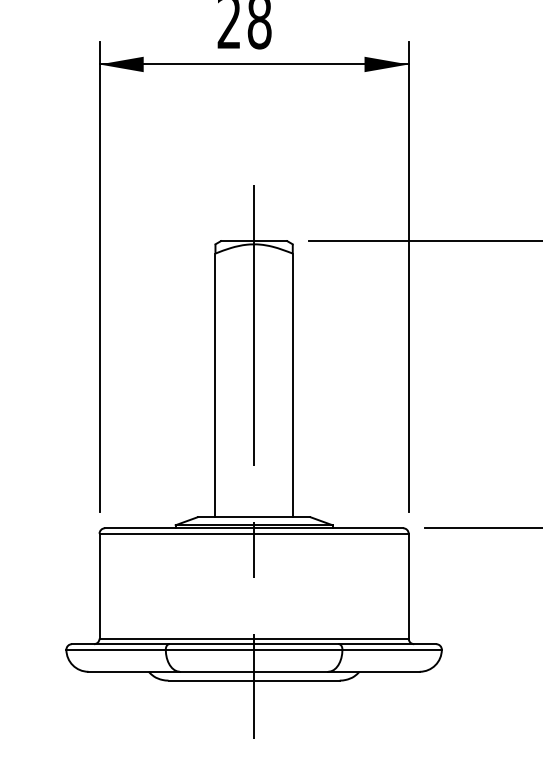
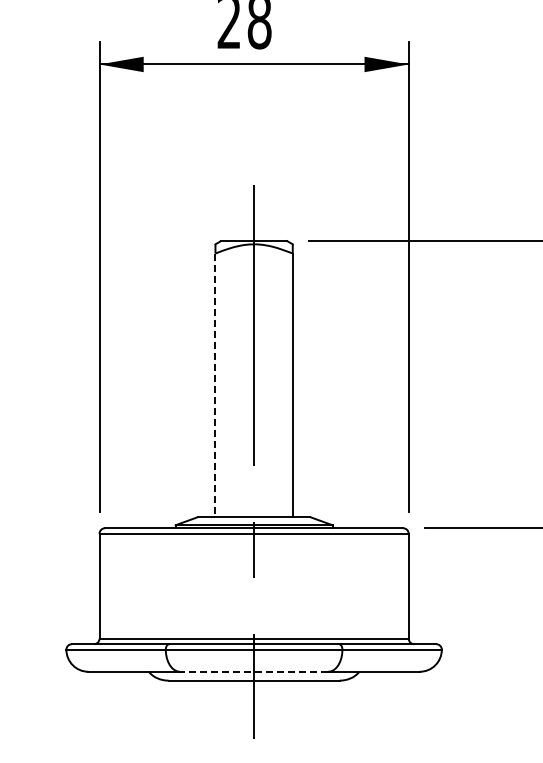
line at (215, 385): solid -> dashed
line at (253, 671): solid -> dashed
